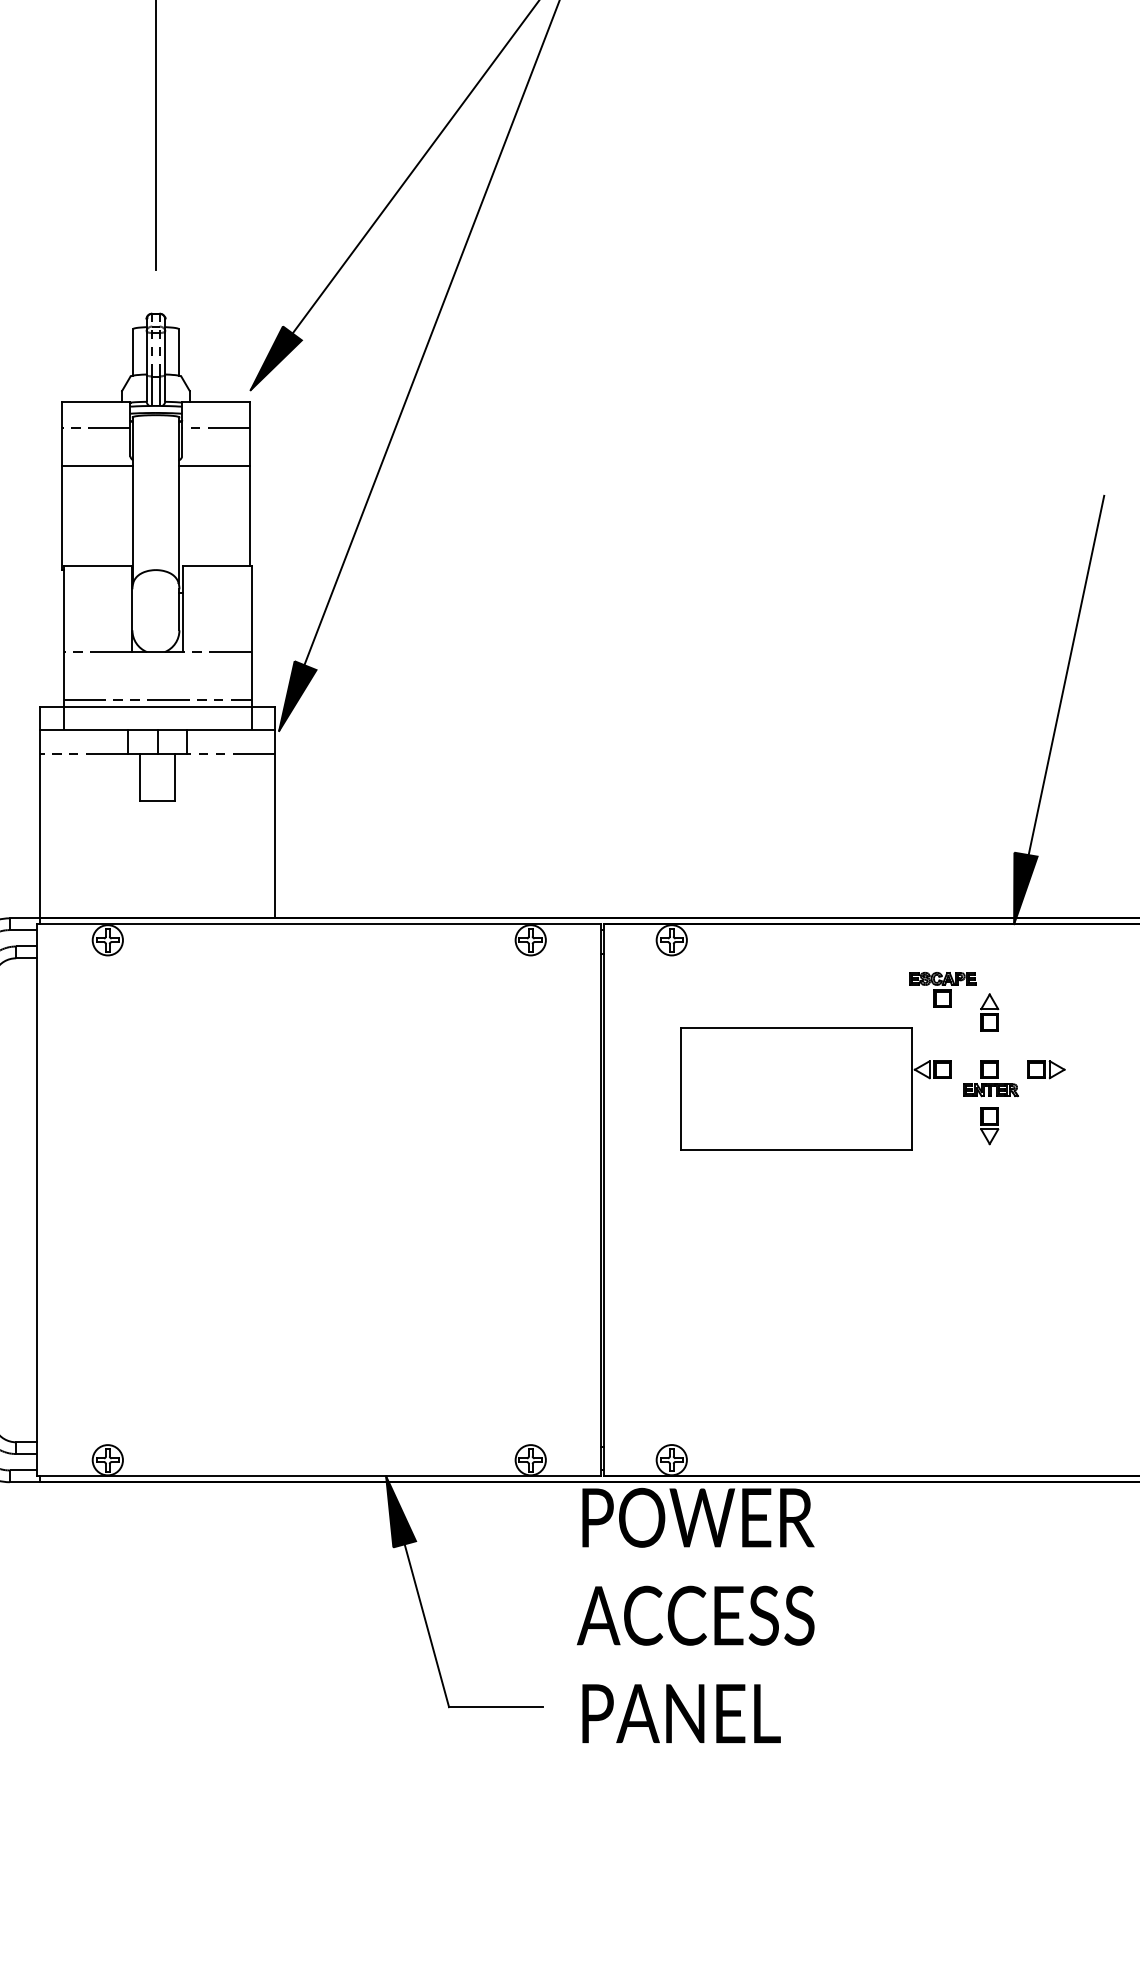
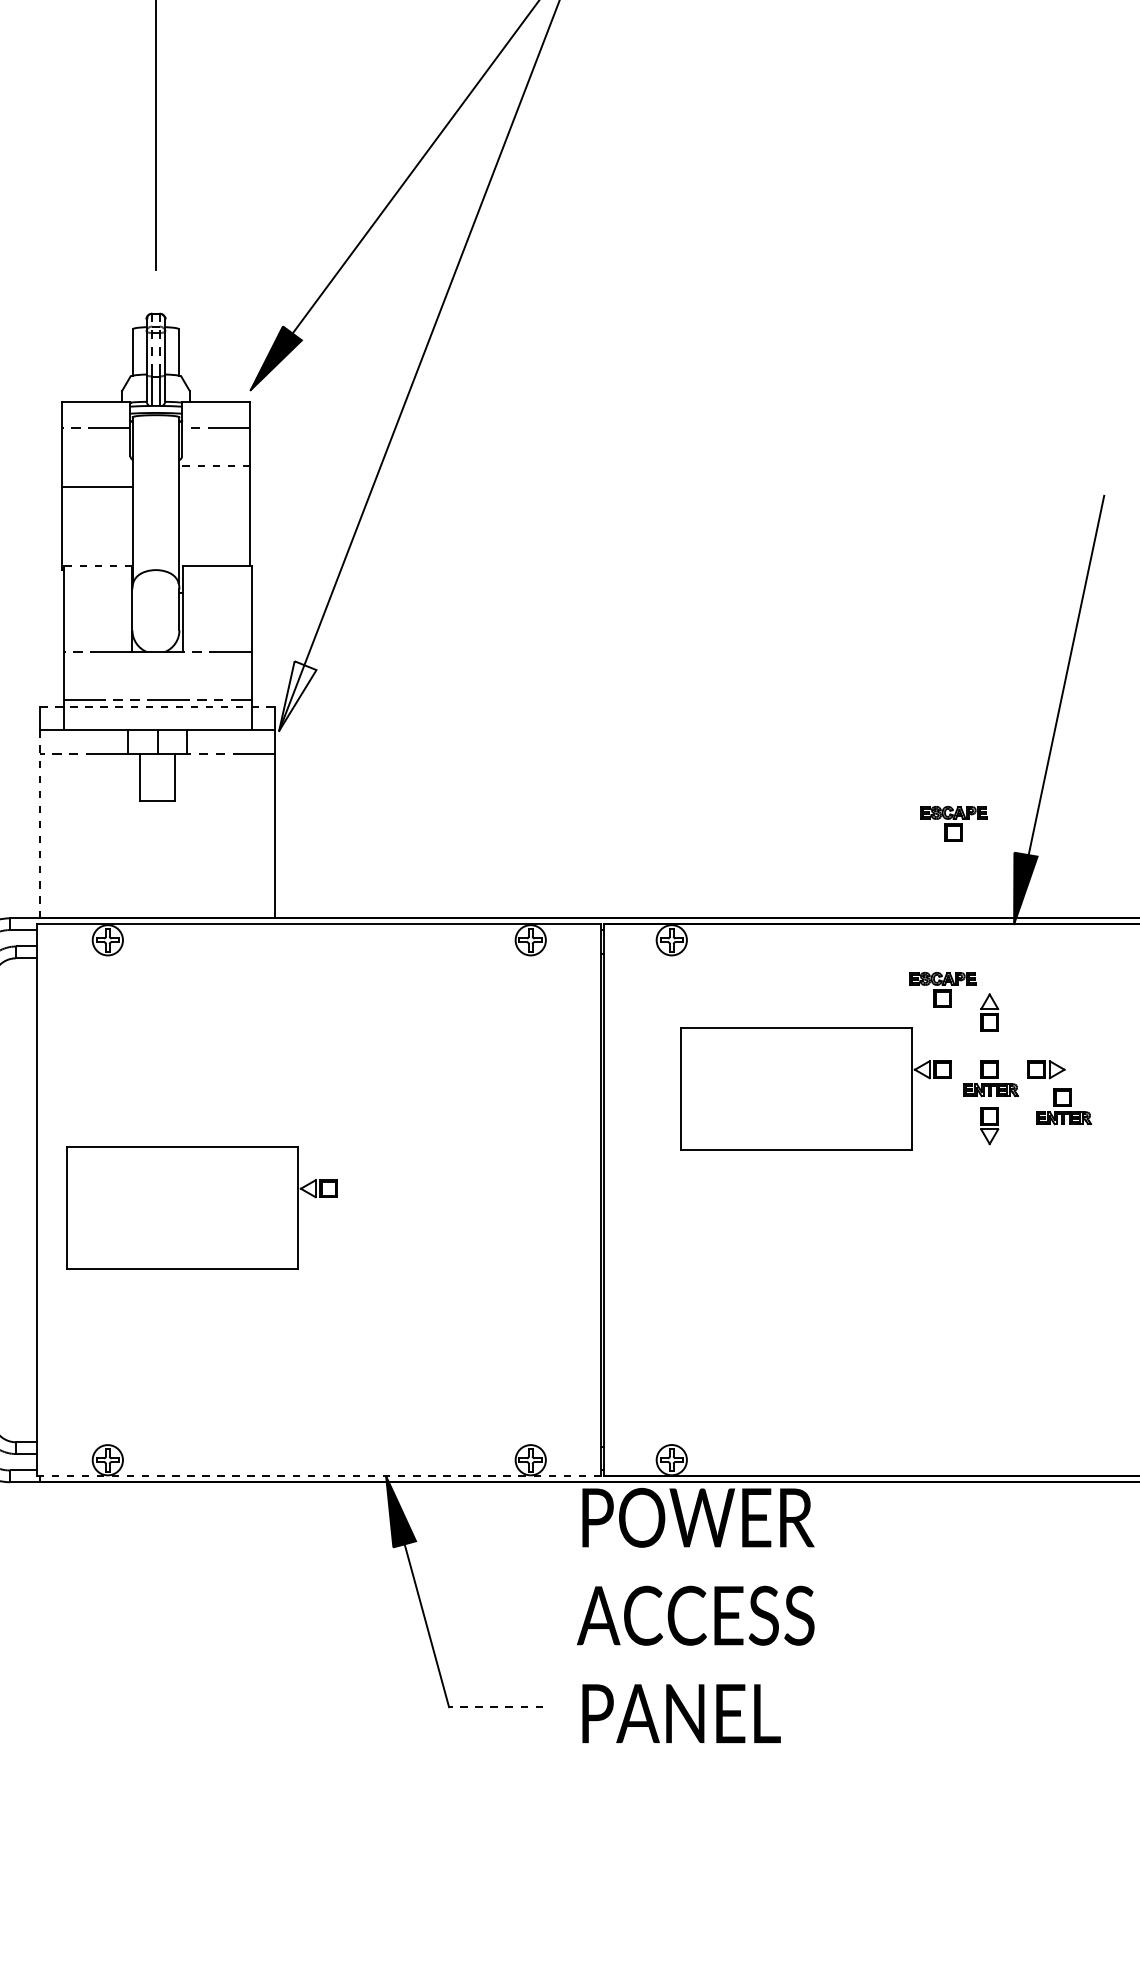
line at (97, 465) position: (97, 465) -> (97, 486)
line at (214, 465): solid -> dashed
line at (97, 565): solid -> dashed
fill at (297, 696): present -> none
line at (158, 706): solid -> dashed
part at (953, 823): none -> present
line at (40, 827): solid -> dashed
part at (1064, 1106): none -> present
part at (201, 1207): none -> present
line at (319, 1476): solid -> dashed
line at (495, 1707): solid -> dashed
